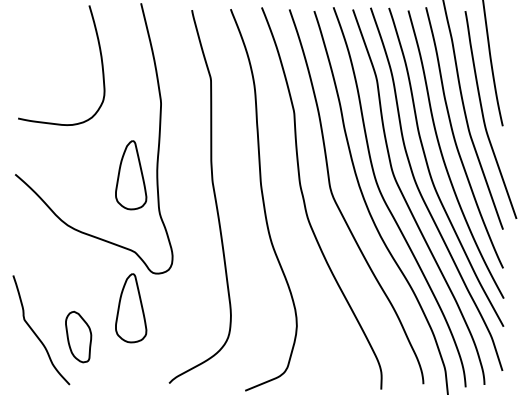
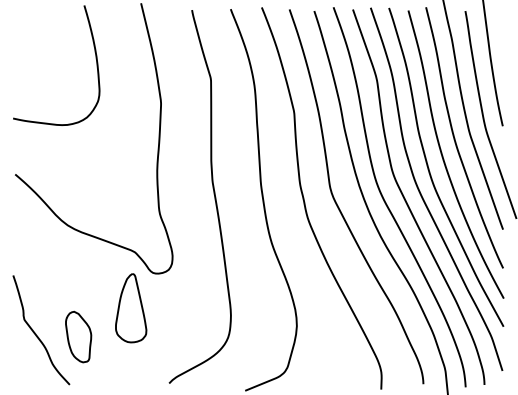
curve at (100, 58) position: (100, 58) -> (95, 58)
part at (131, 175): present -> none
